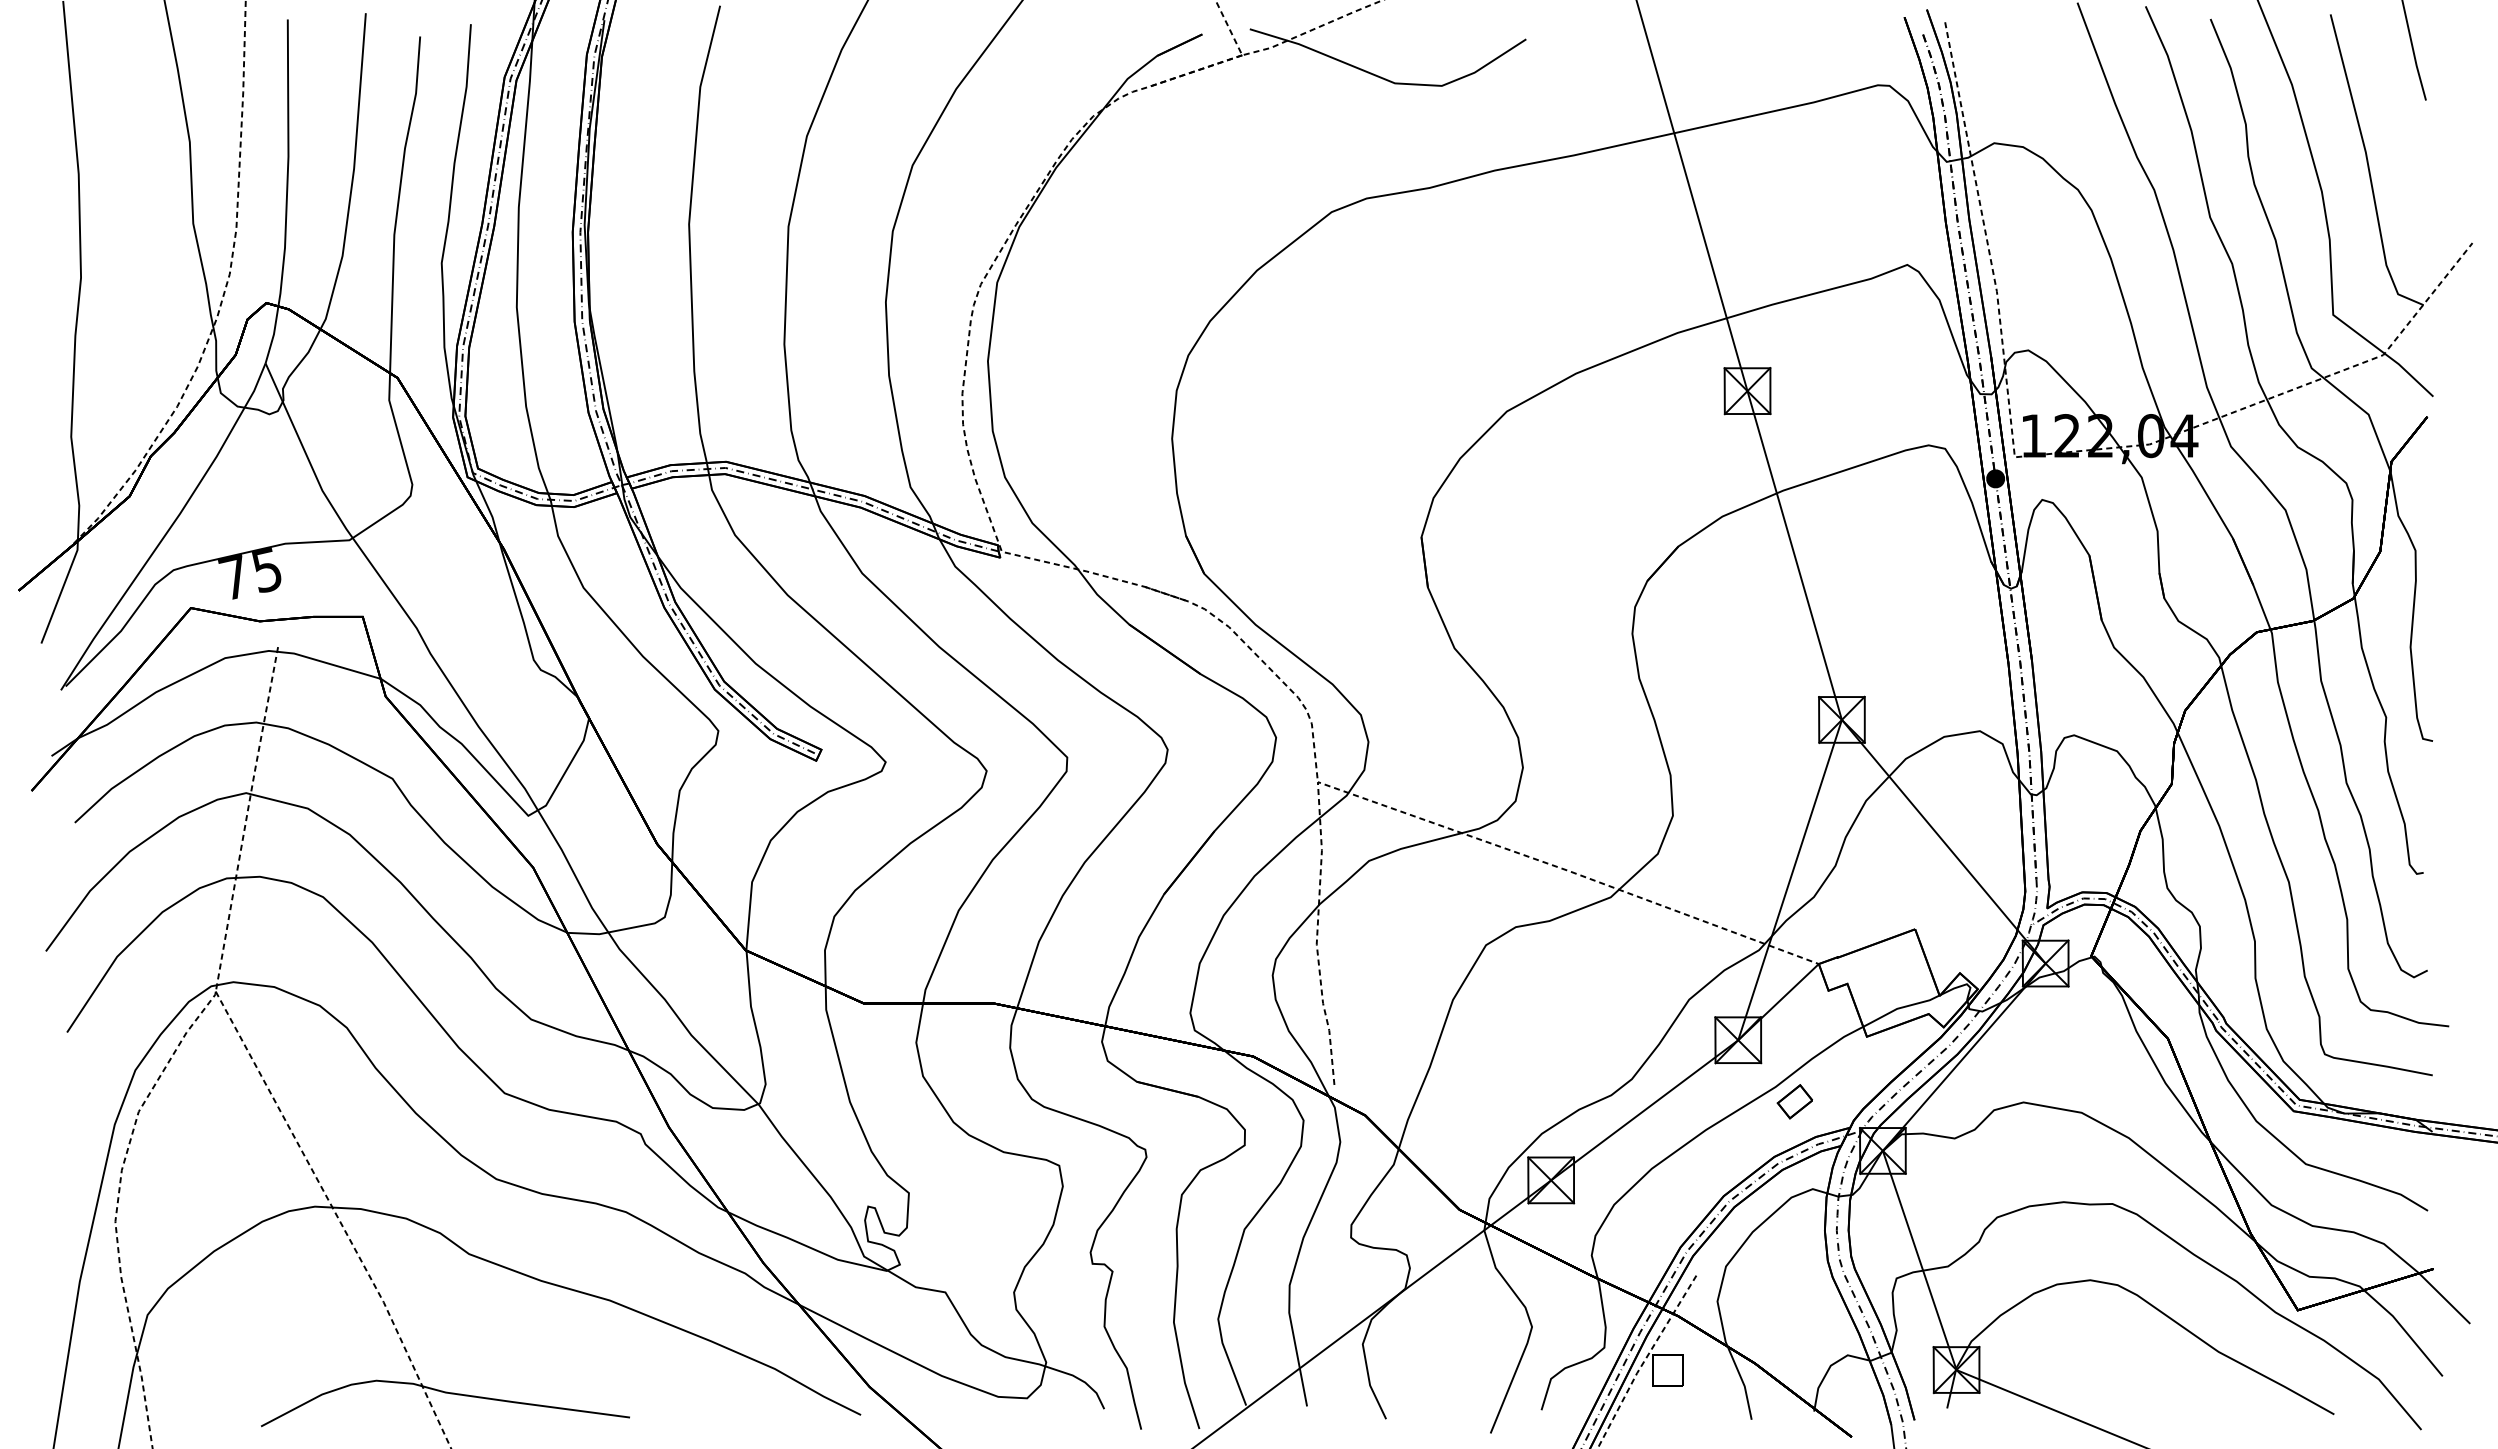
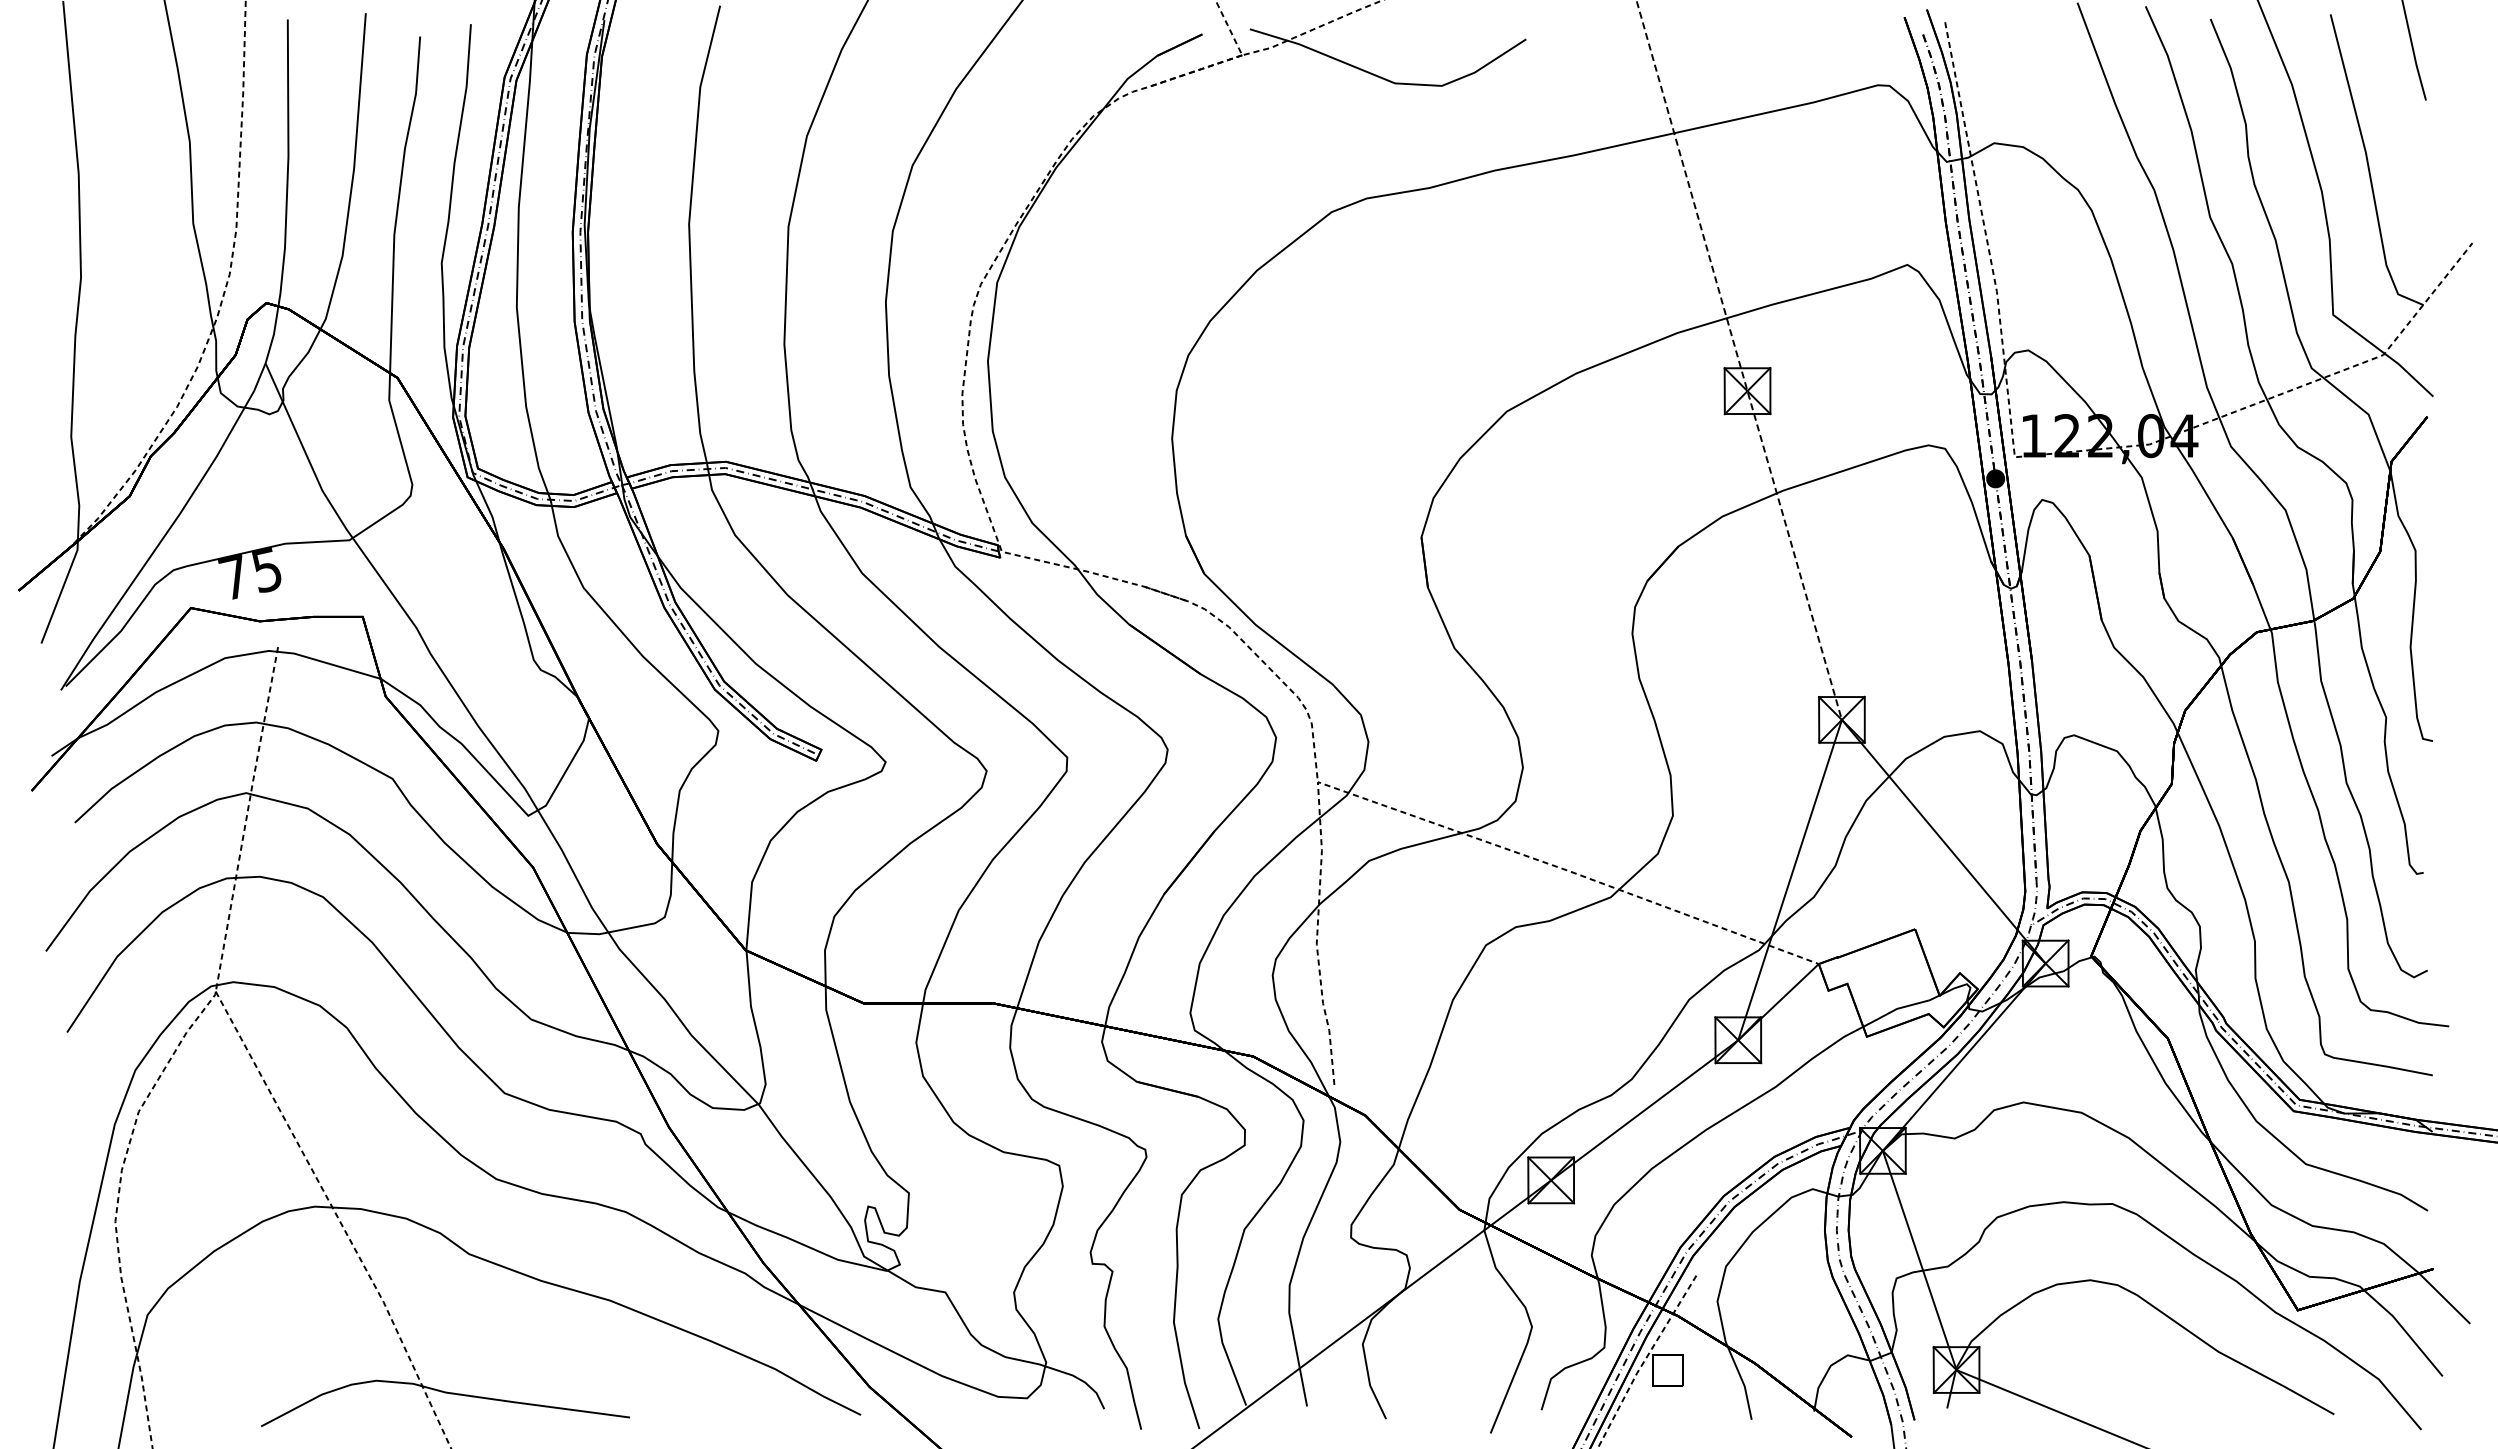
line at (1739, 361): solid -> dashed
part at (1794, 1101): present -> none
